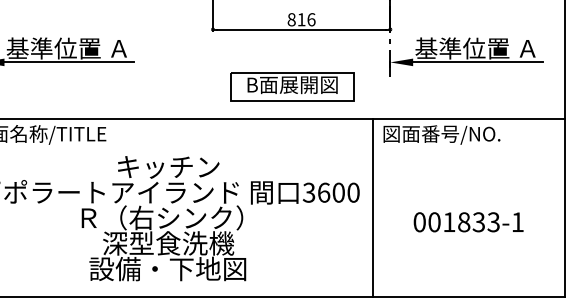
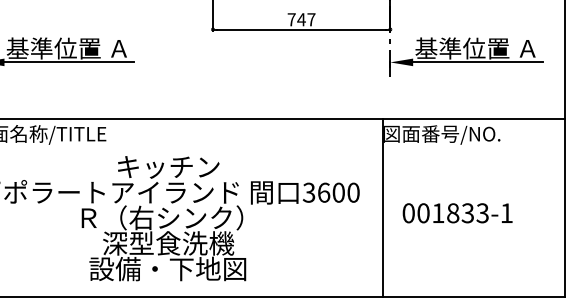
text at (301, 19): 816 -> 747
part at (292, 86): present -> none
line at (373, 207) position: (373, 207) -> (383, 207)
text at (468, 222) position: (468, 222) -> (457, 213)
